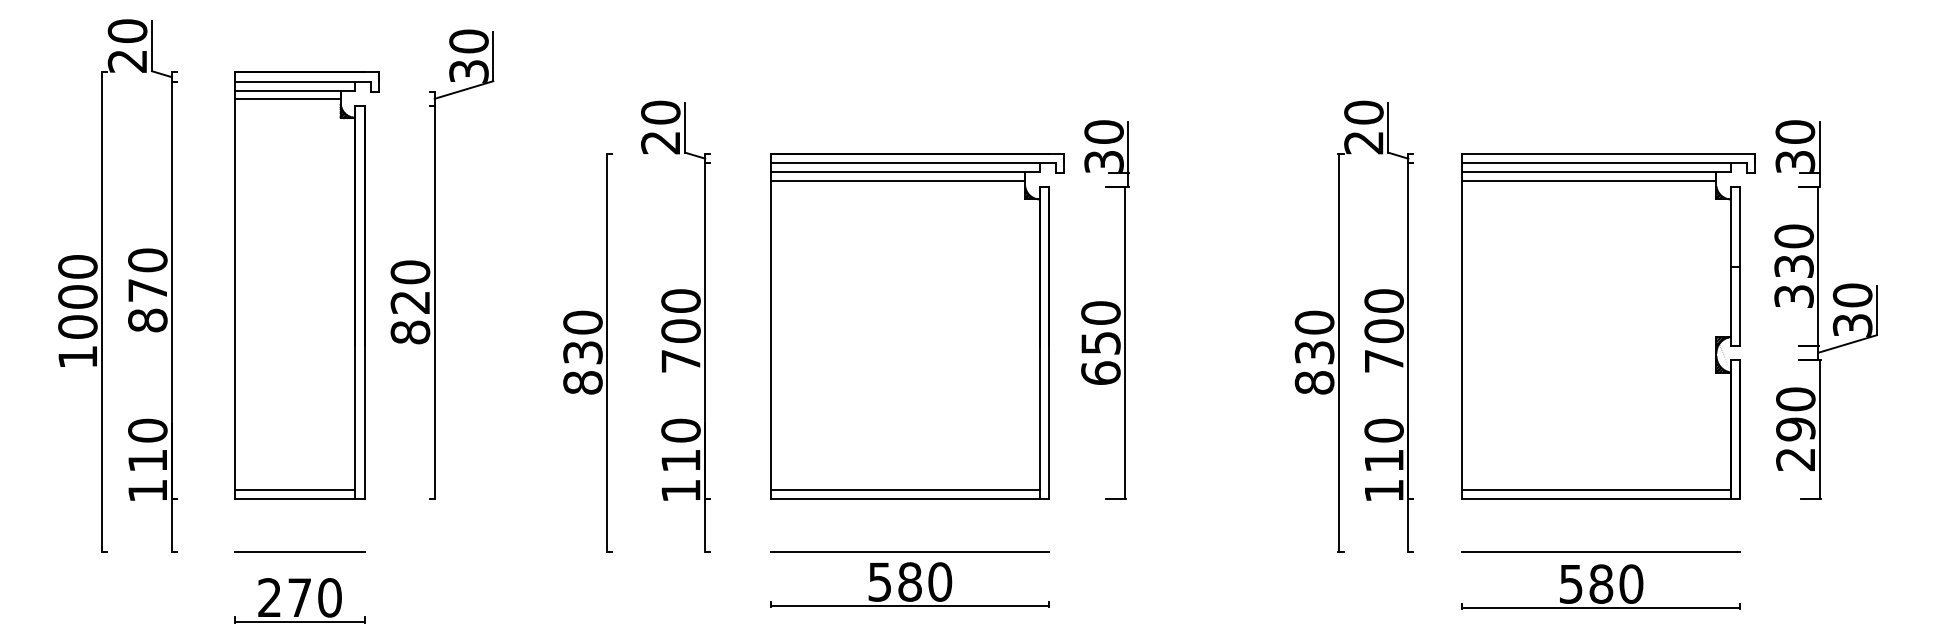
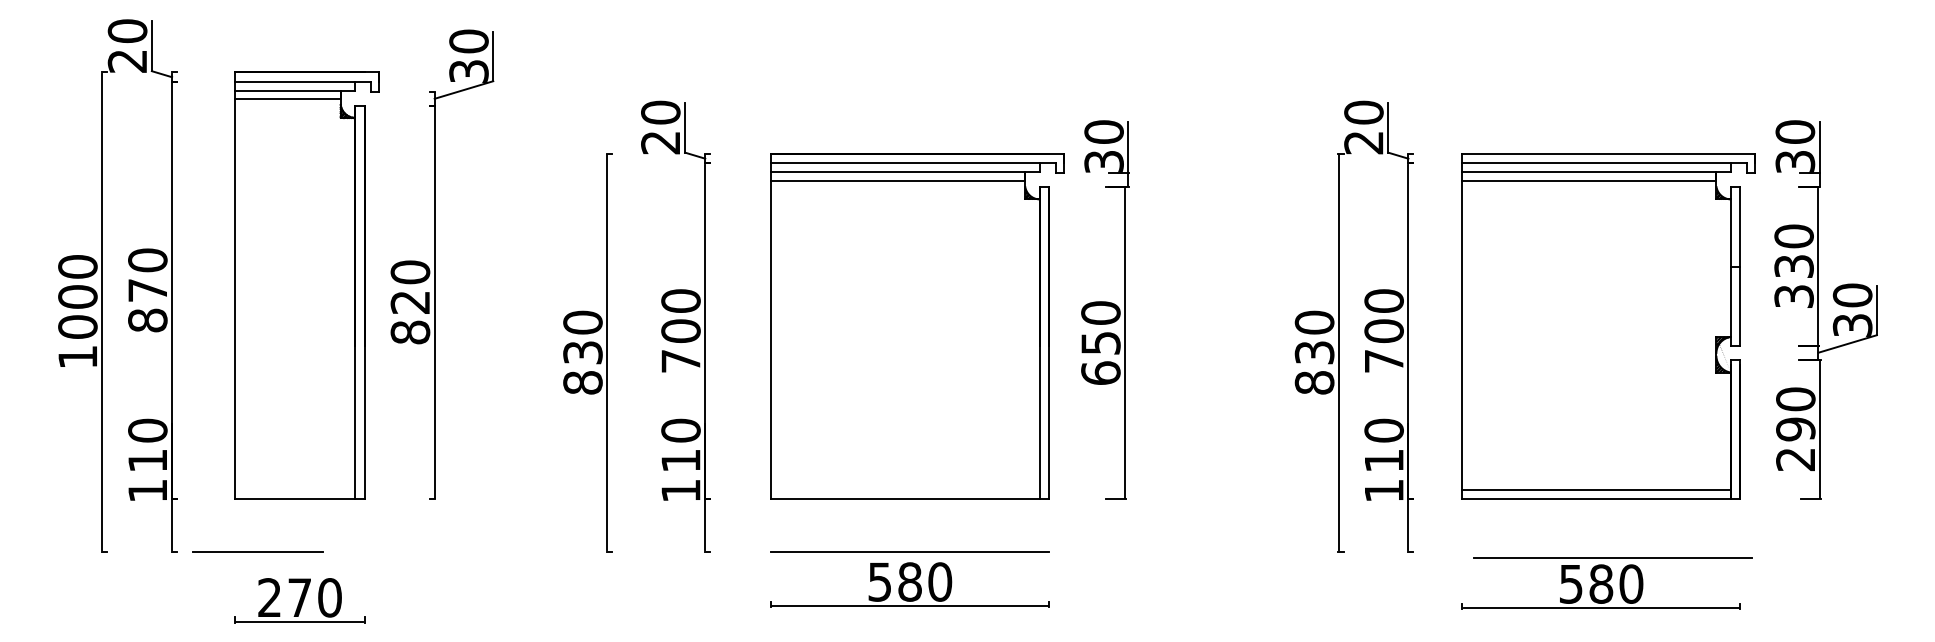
line at (295, 490): present -> none
line at (905, 490): present -> none
line at (299, 551) position: (299, 551) -> (257, 551)
line at (1600, 551) position: (1600, 551) -> (1612, 557)
